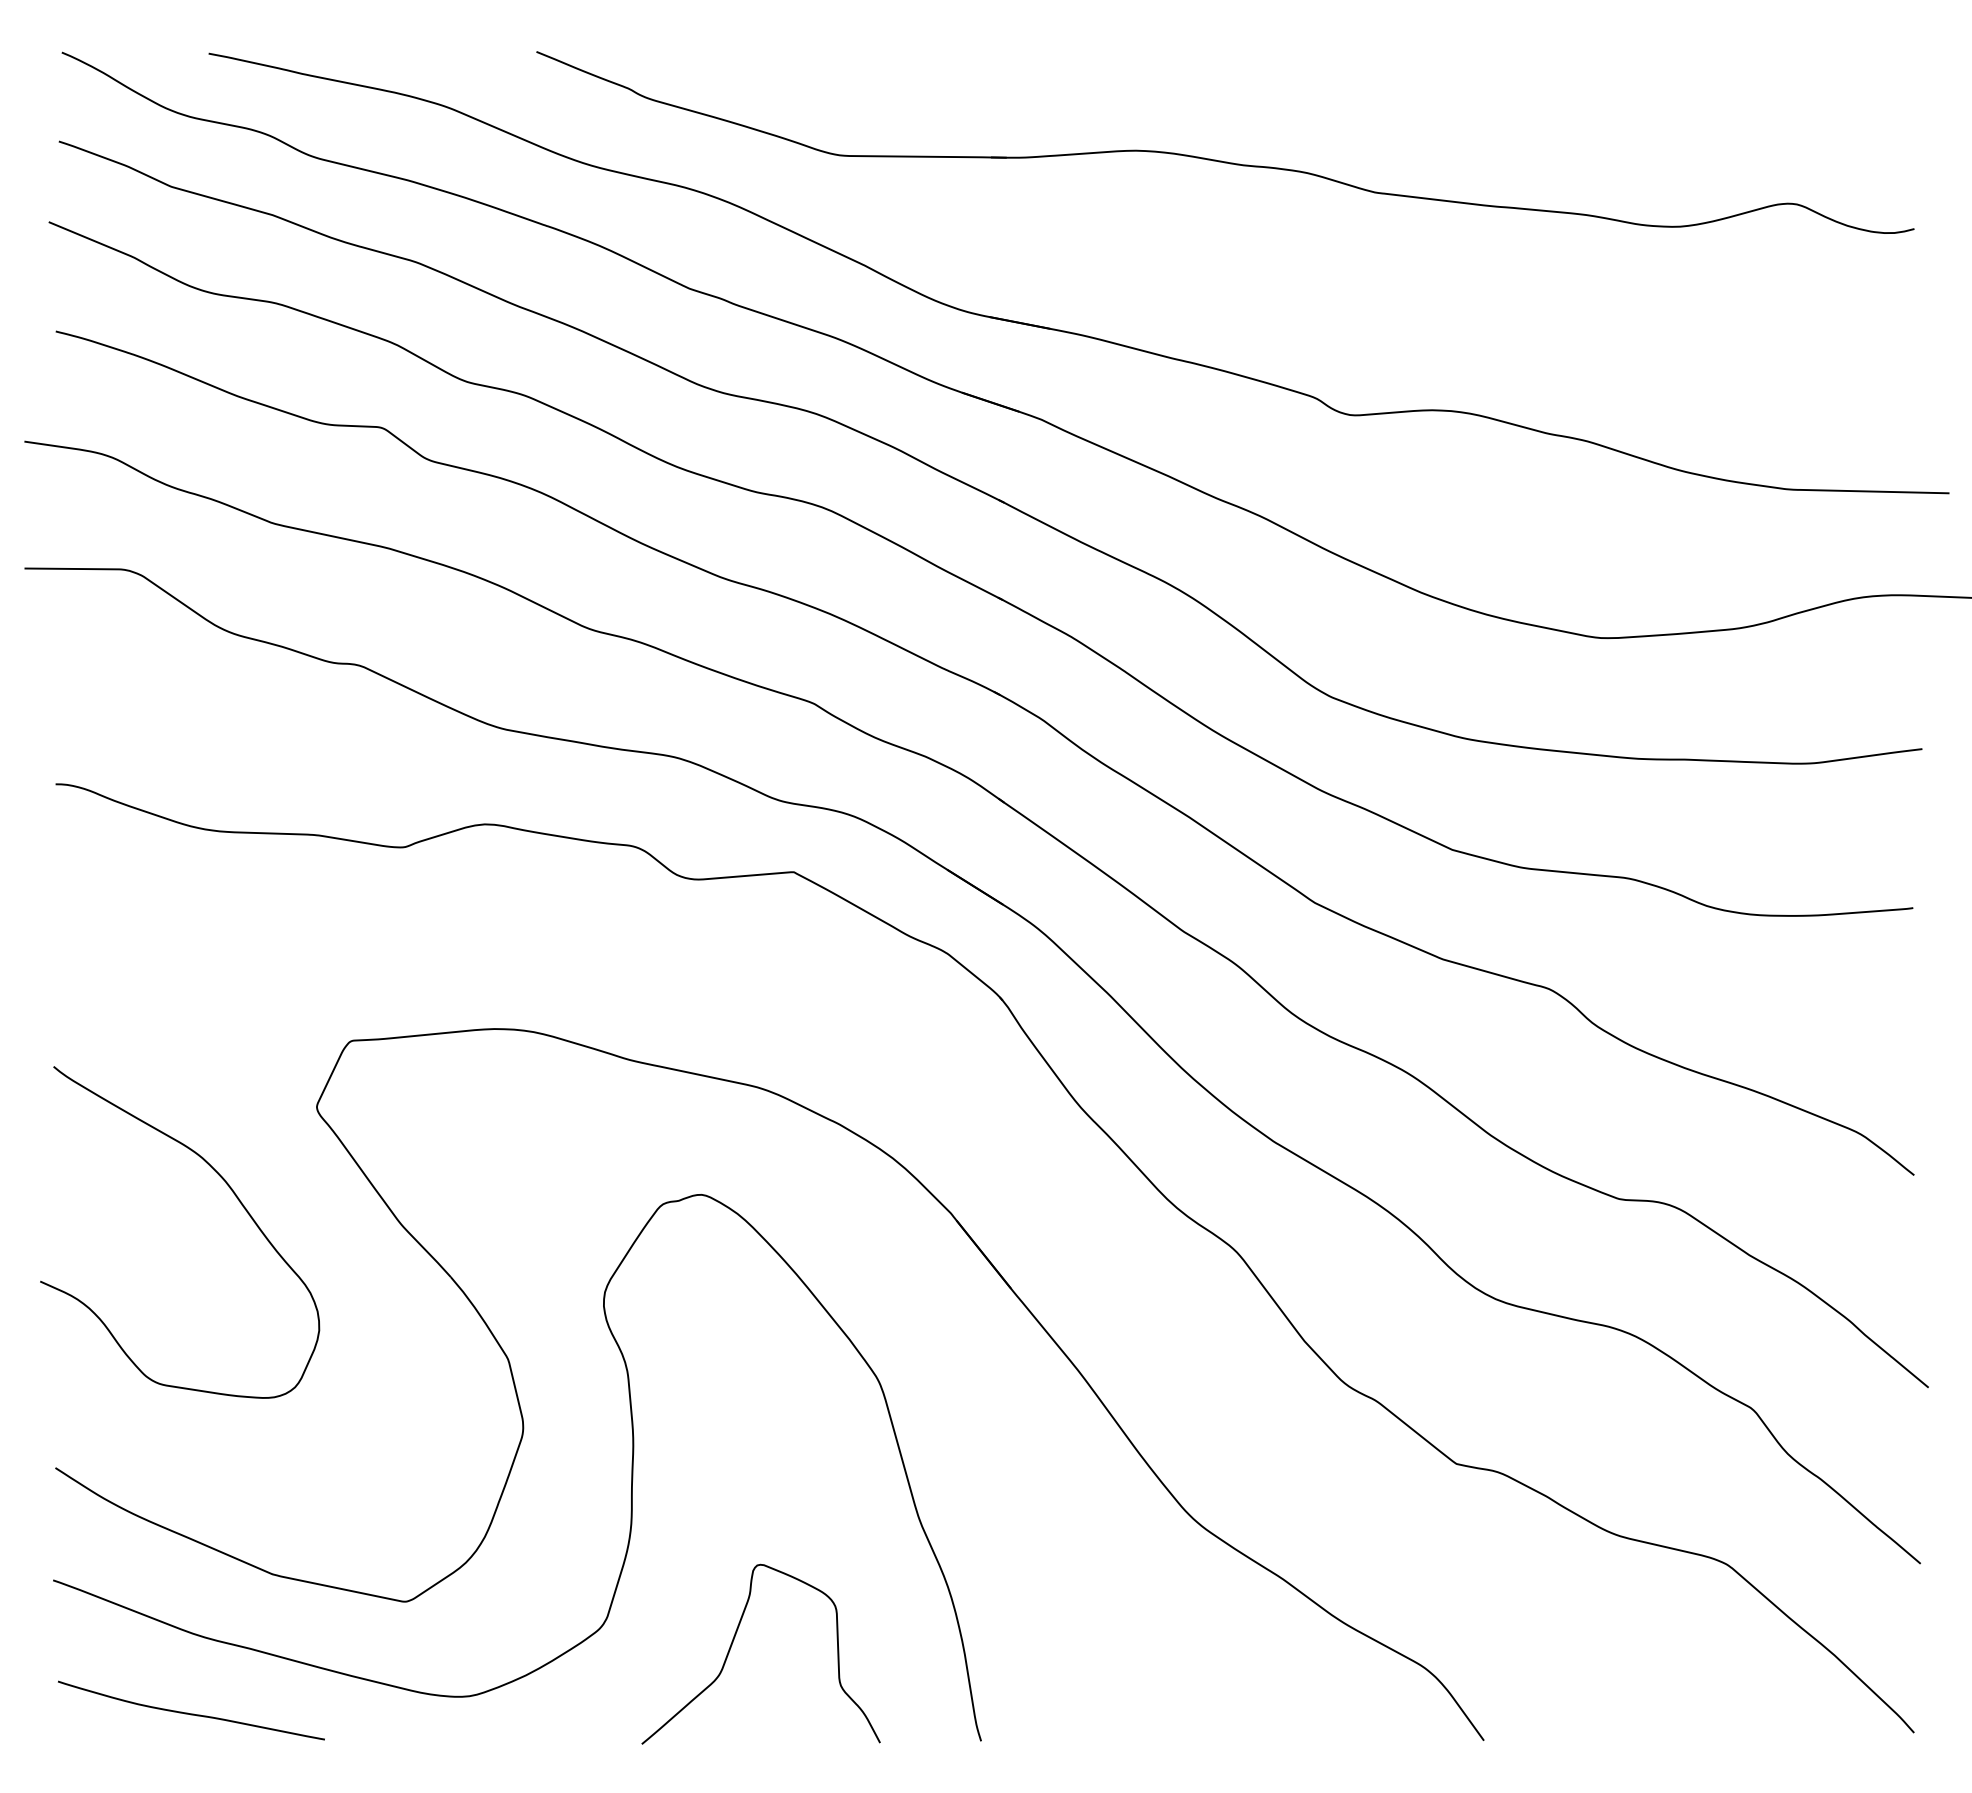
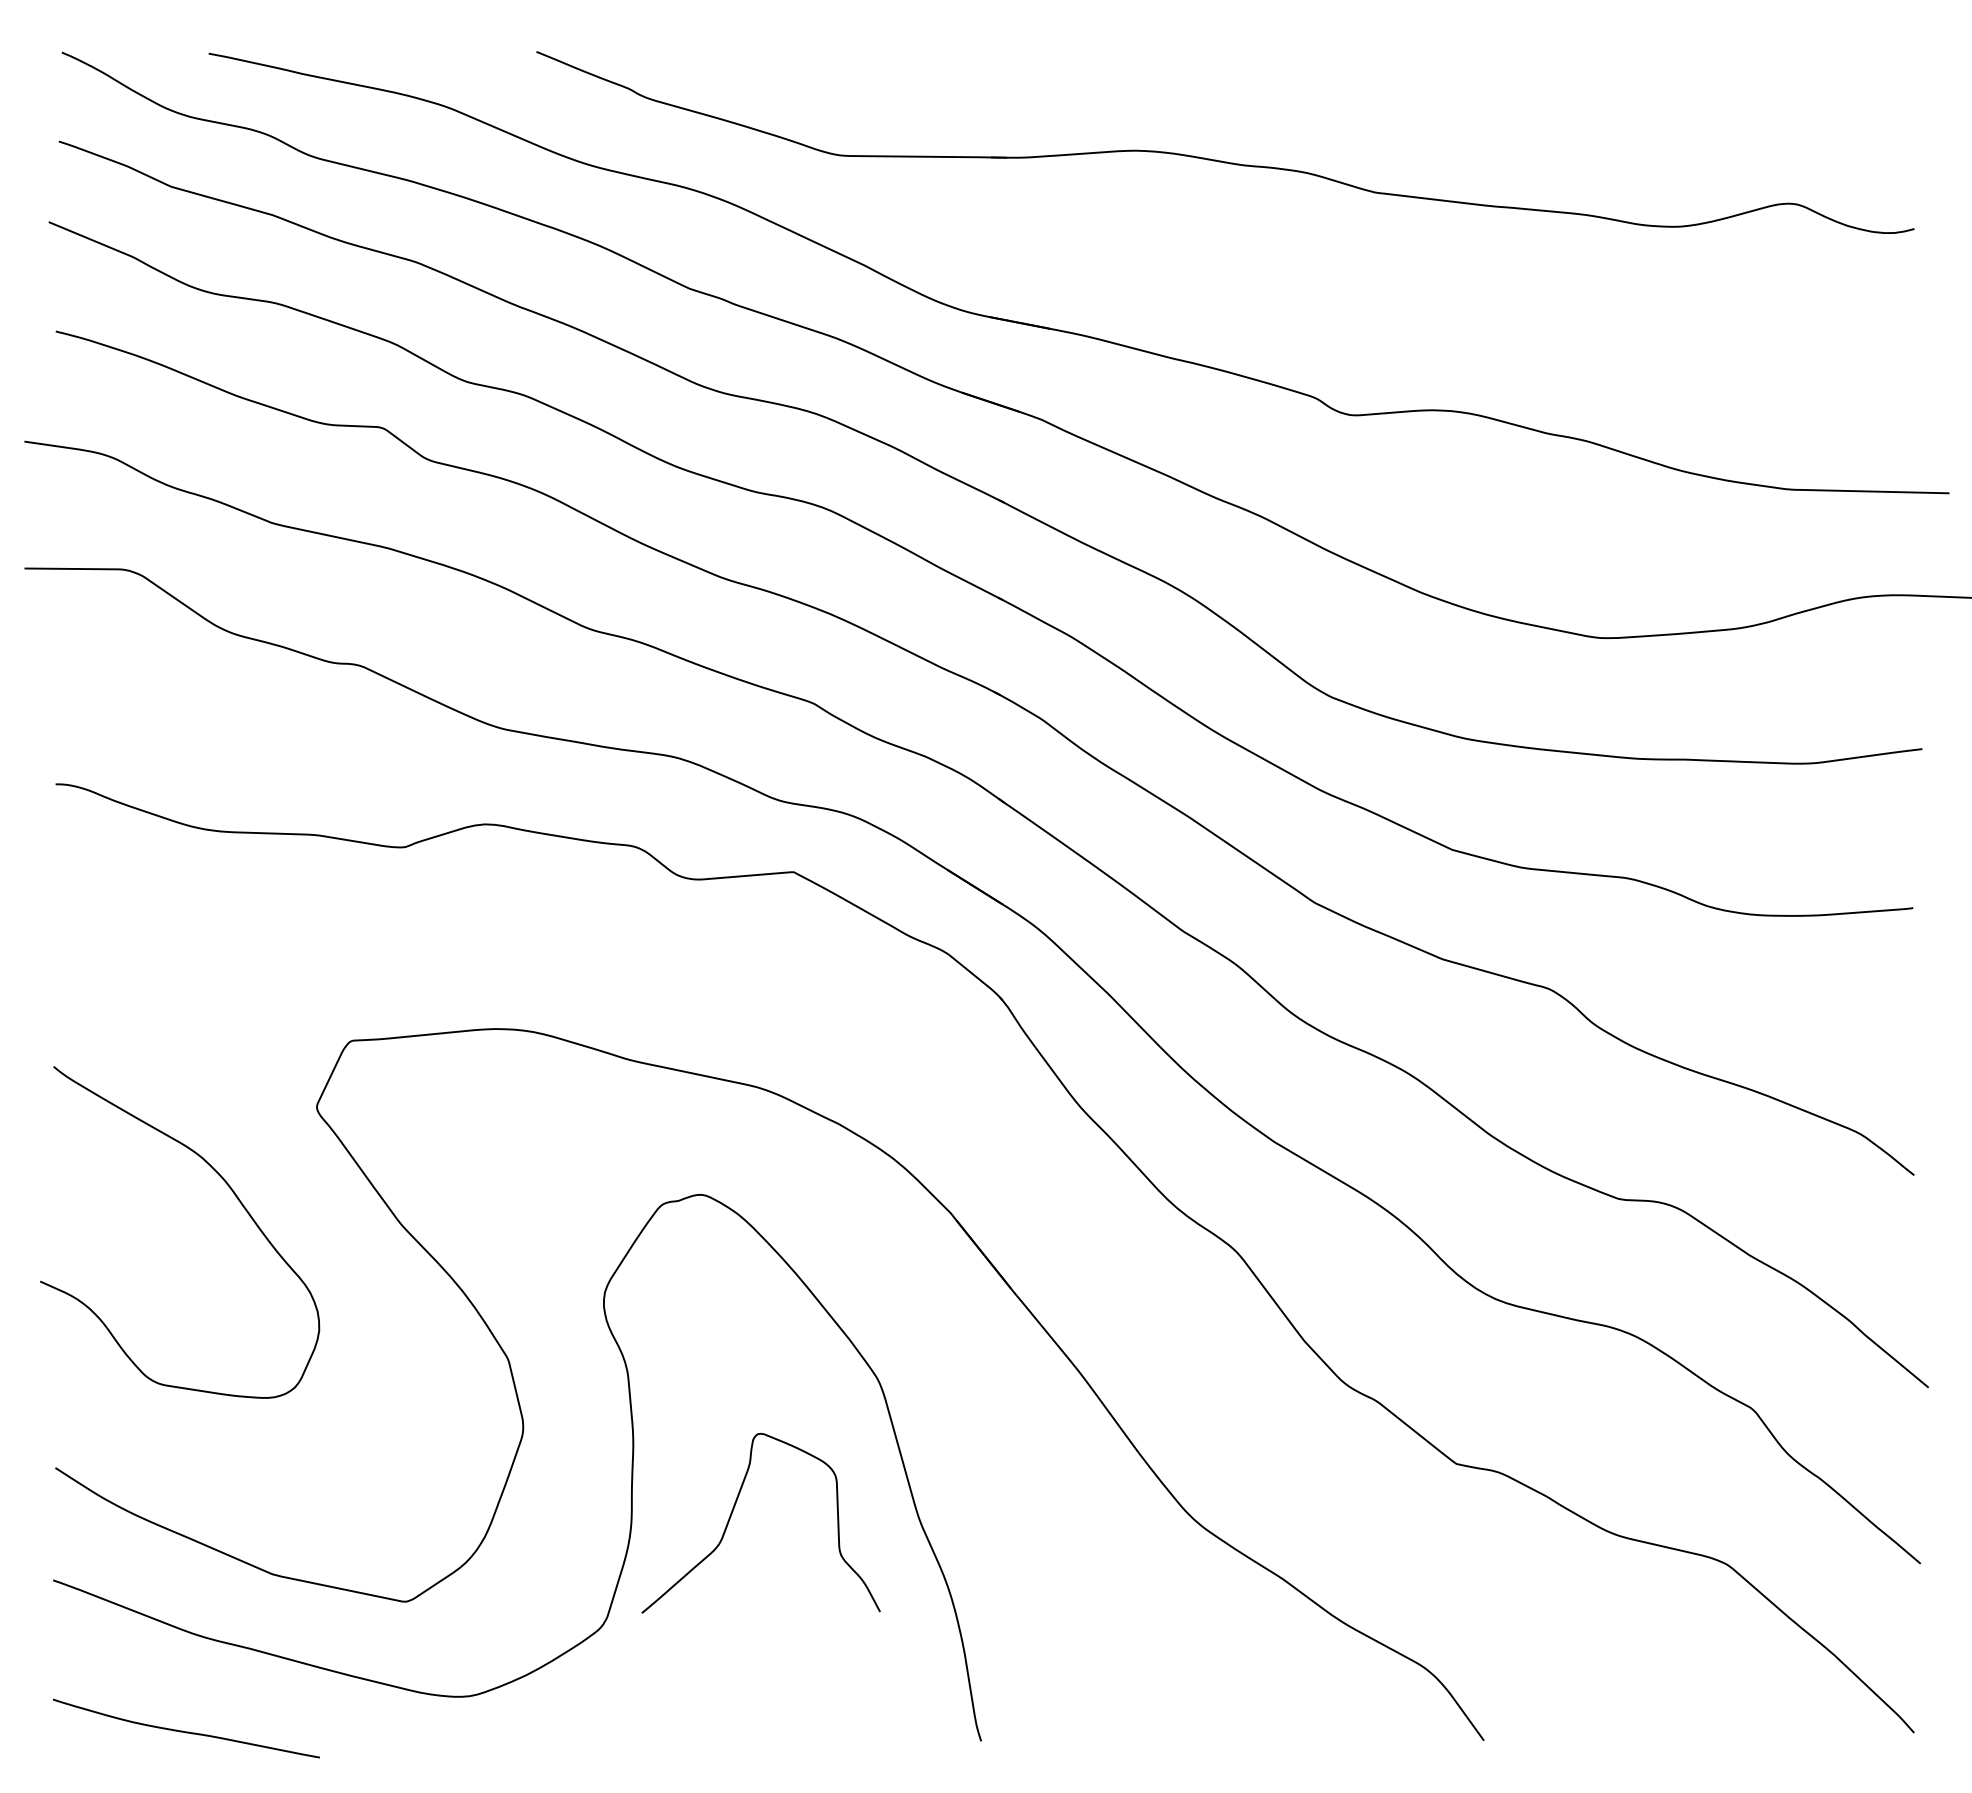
curve at (732, 1645) position: (732, 1645) -> (732, 1514)
curve at (191, 1713) position: (191, 1713) -> (186, 1731)
